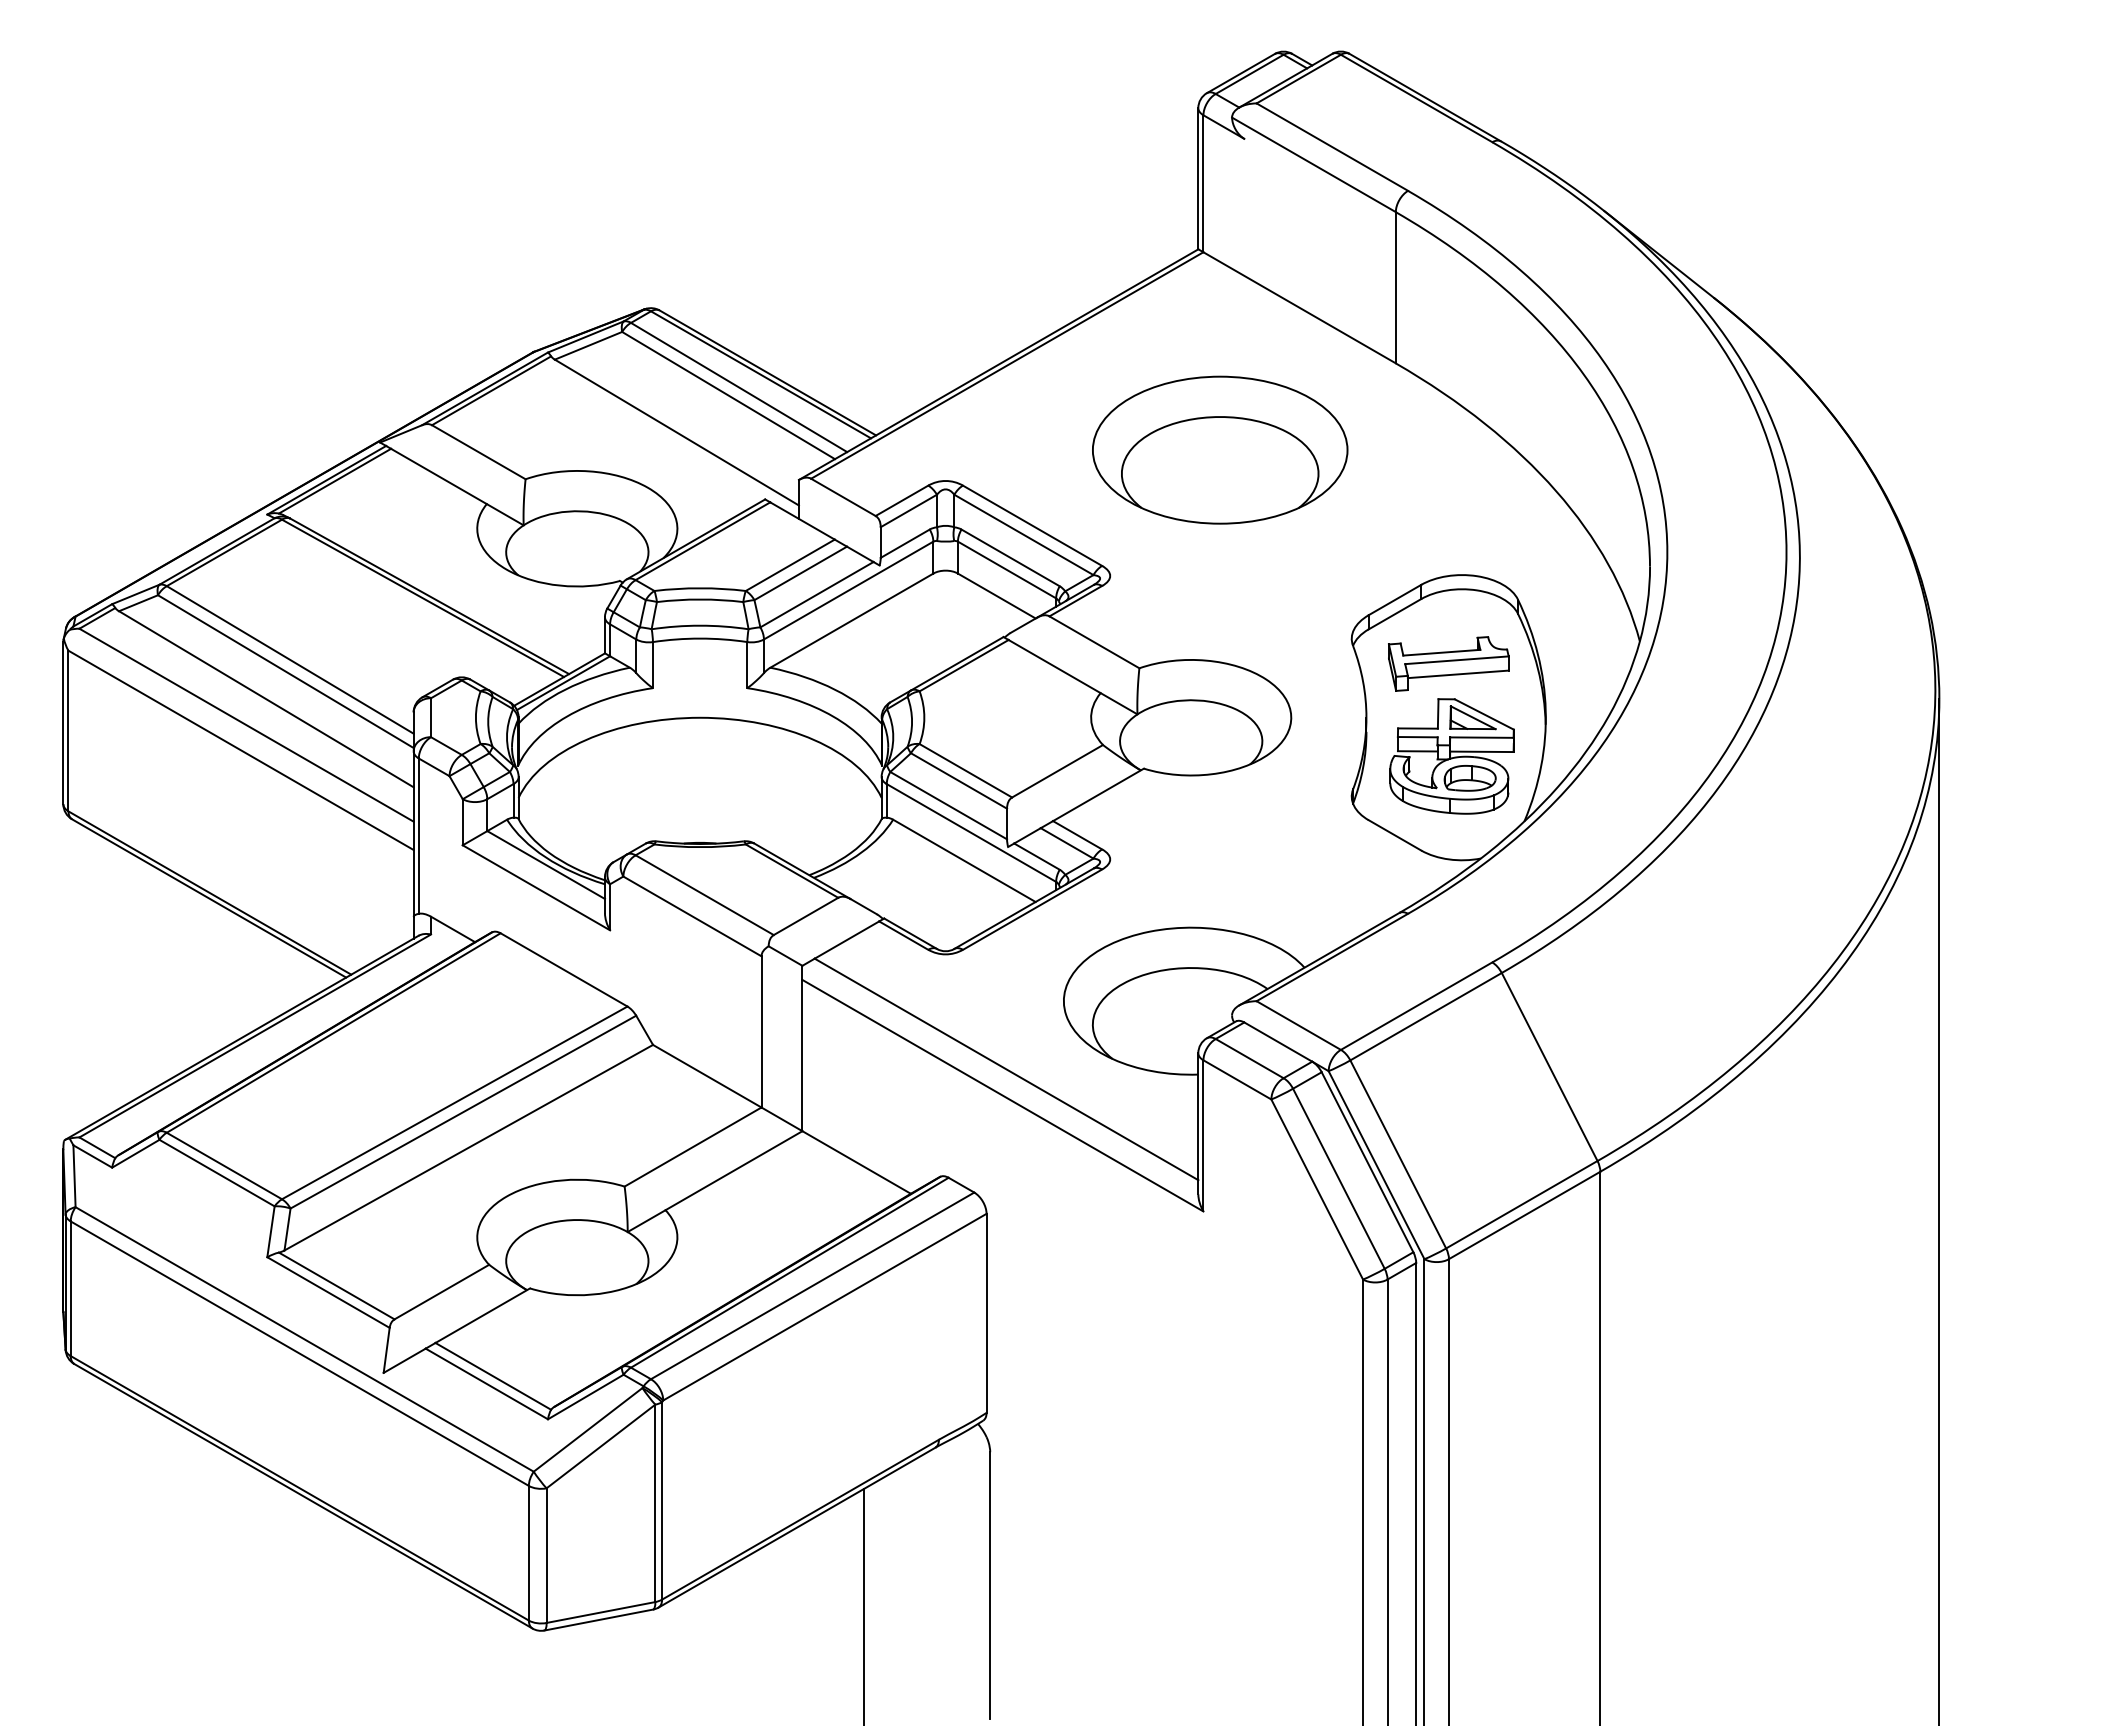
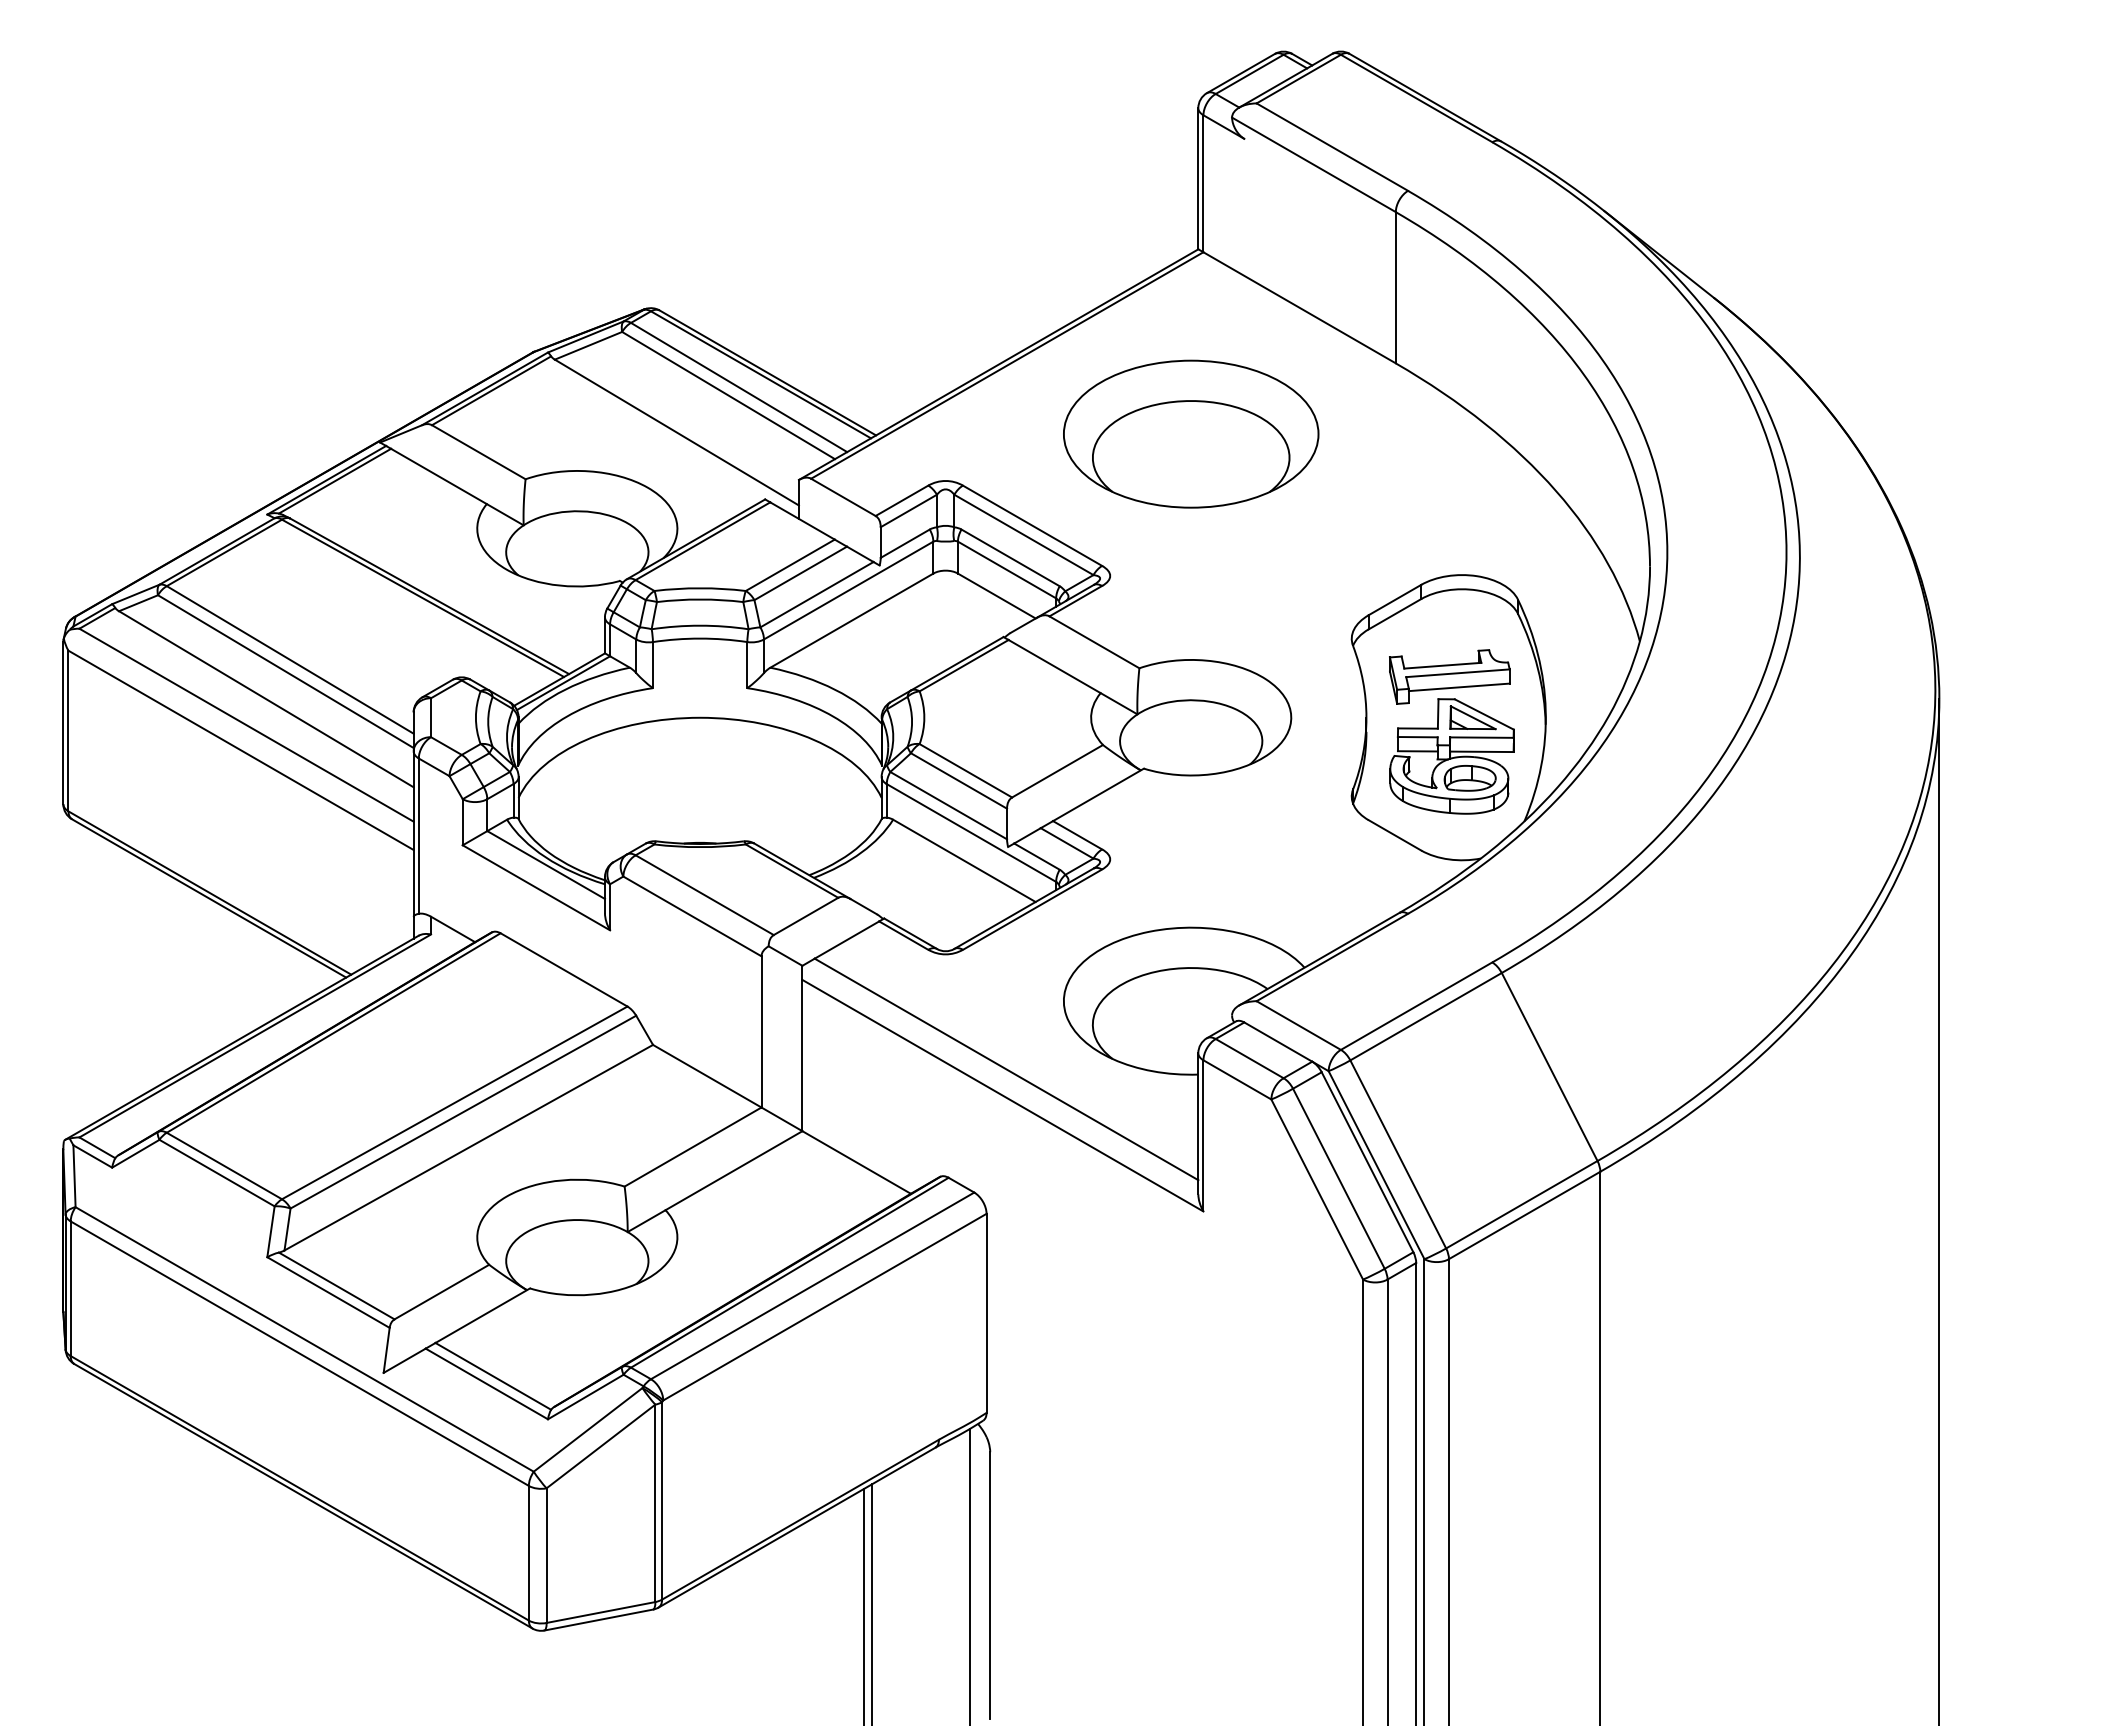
part at (1220, 449) position: (1220, 449) -> (1191, 433)
part at (1448, 663) position: (1448, 663) -> (1449, 676)
line at (969, 1575): none -> present
line at (872, 1603): none -> present
